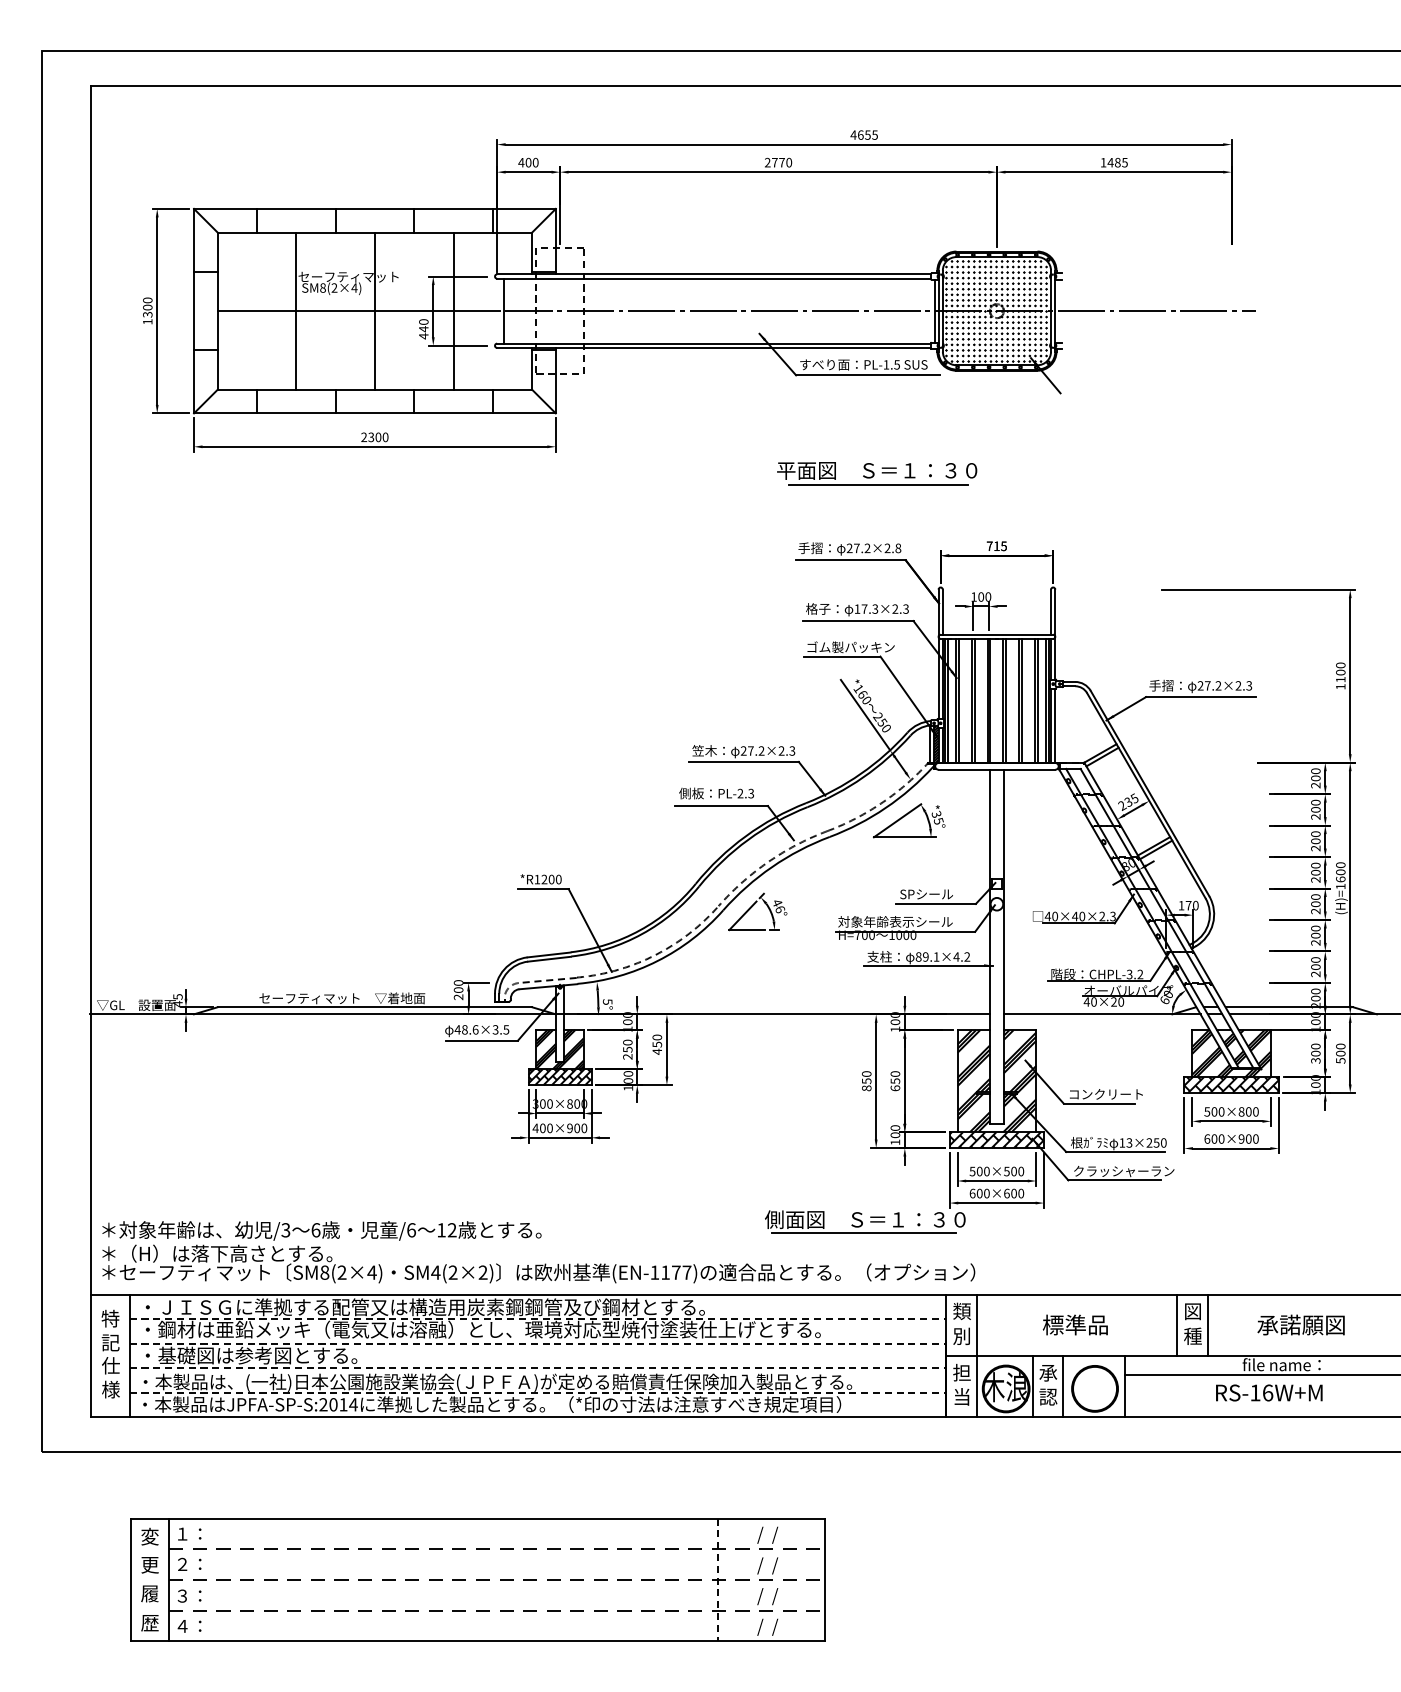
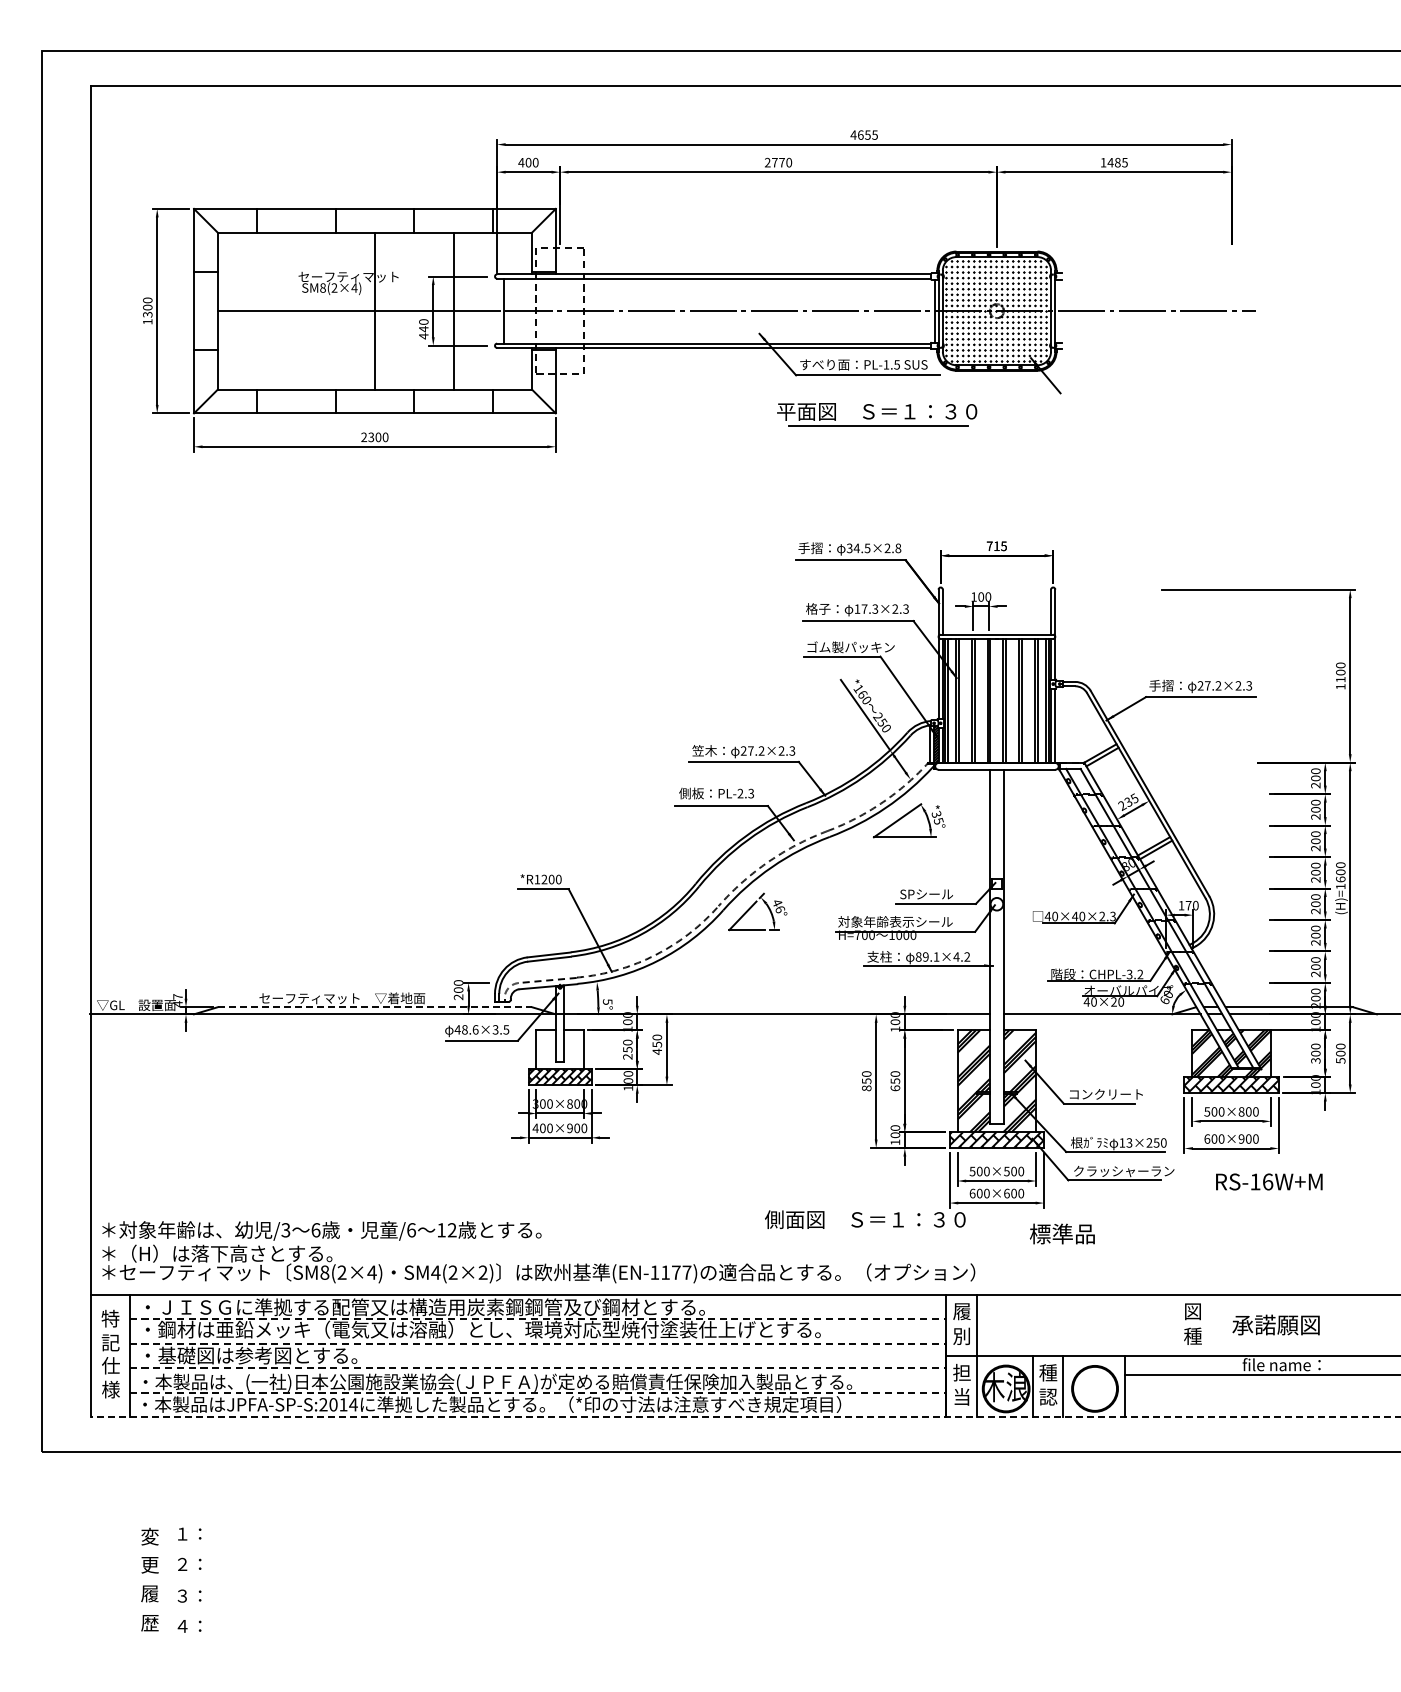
line at (296, 310): present -> none
part at (877, 473) position: (877, 473) -> (877, 414)
text at (858, 548): 27.2×2.8 -> 34.5×2.8
text at (177, 996): 45 -> 47
line at (375, 1007): solid -> dashed
hatch at (559, 1049): present -> none
line at (864, 1233): present -> none
text at (961, 1311): 類 -> 履
text at (1074, 1324) position: (1074, 1324) -> (1061, 1233)
line at (1176, 1324): present -> none
line at (1207, 1324): present -> none
text at (1300, 1324) position: (1300, 1324) -> (1275, 1324)
text at (1048, 1372): 承 -> 種
text at (1269, 1392) position: (1269, 1392) -> (1269, 1181)
line at (745, 1417): solid -> dashed
part at (477, 1579): present -> none
